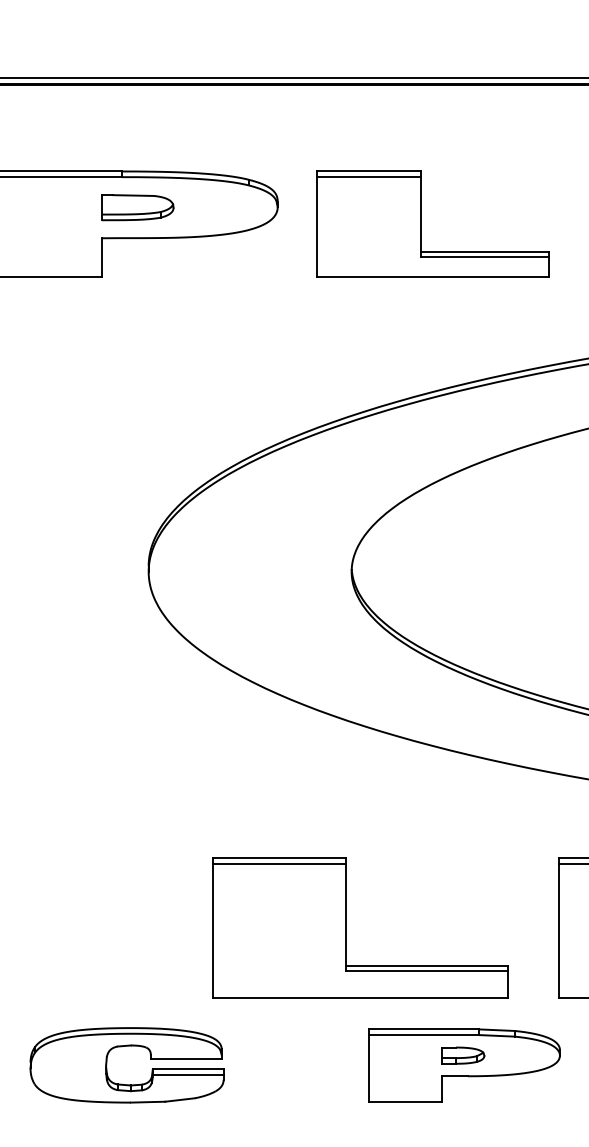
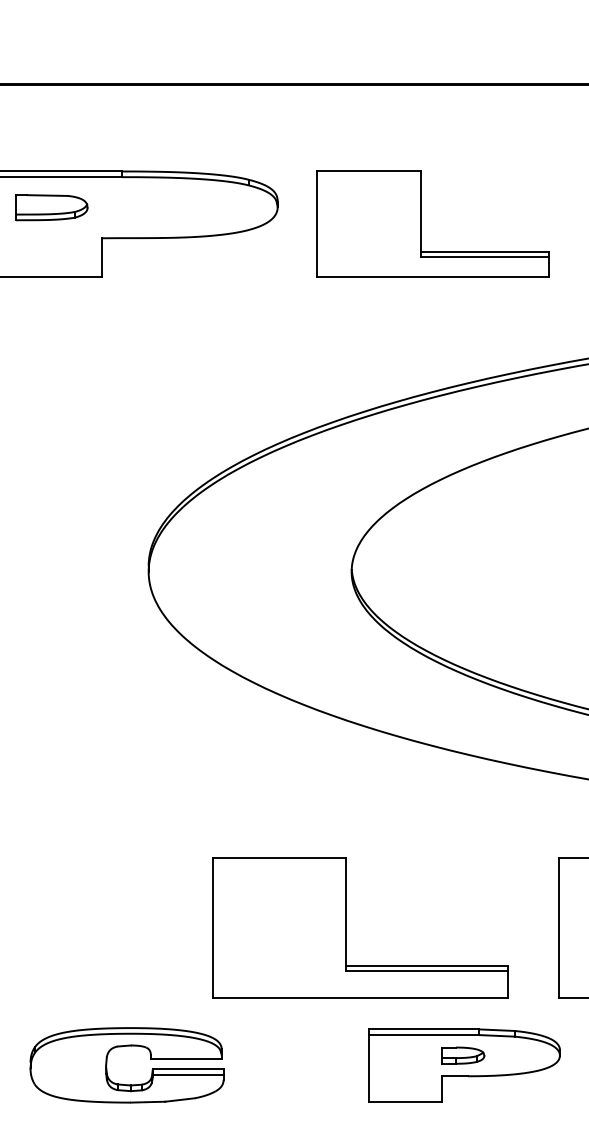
line at (293, 78): present -> none
line at (369, 177): present -> none
part at (137, 207) position: (137, 207) -> (51, 207)
line at (278, 863): present -> none
line at (571, 863): present -> none
